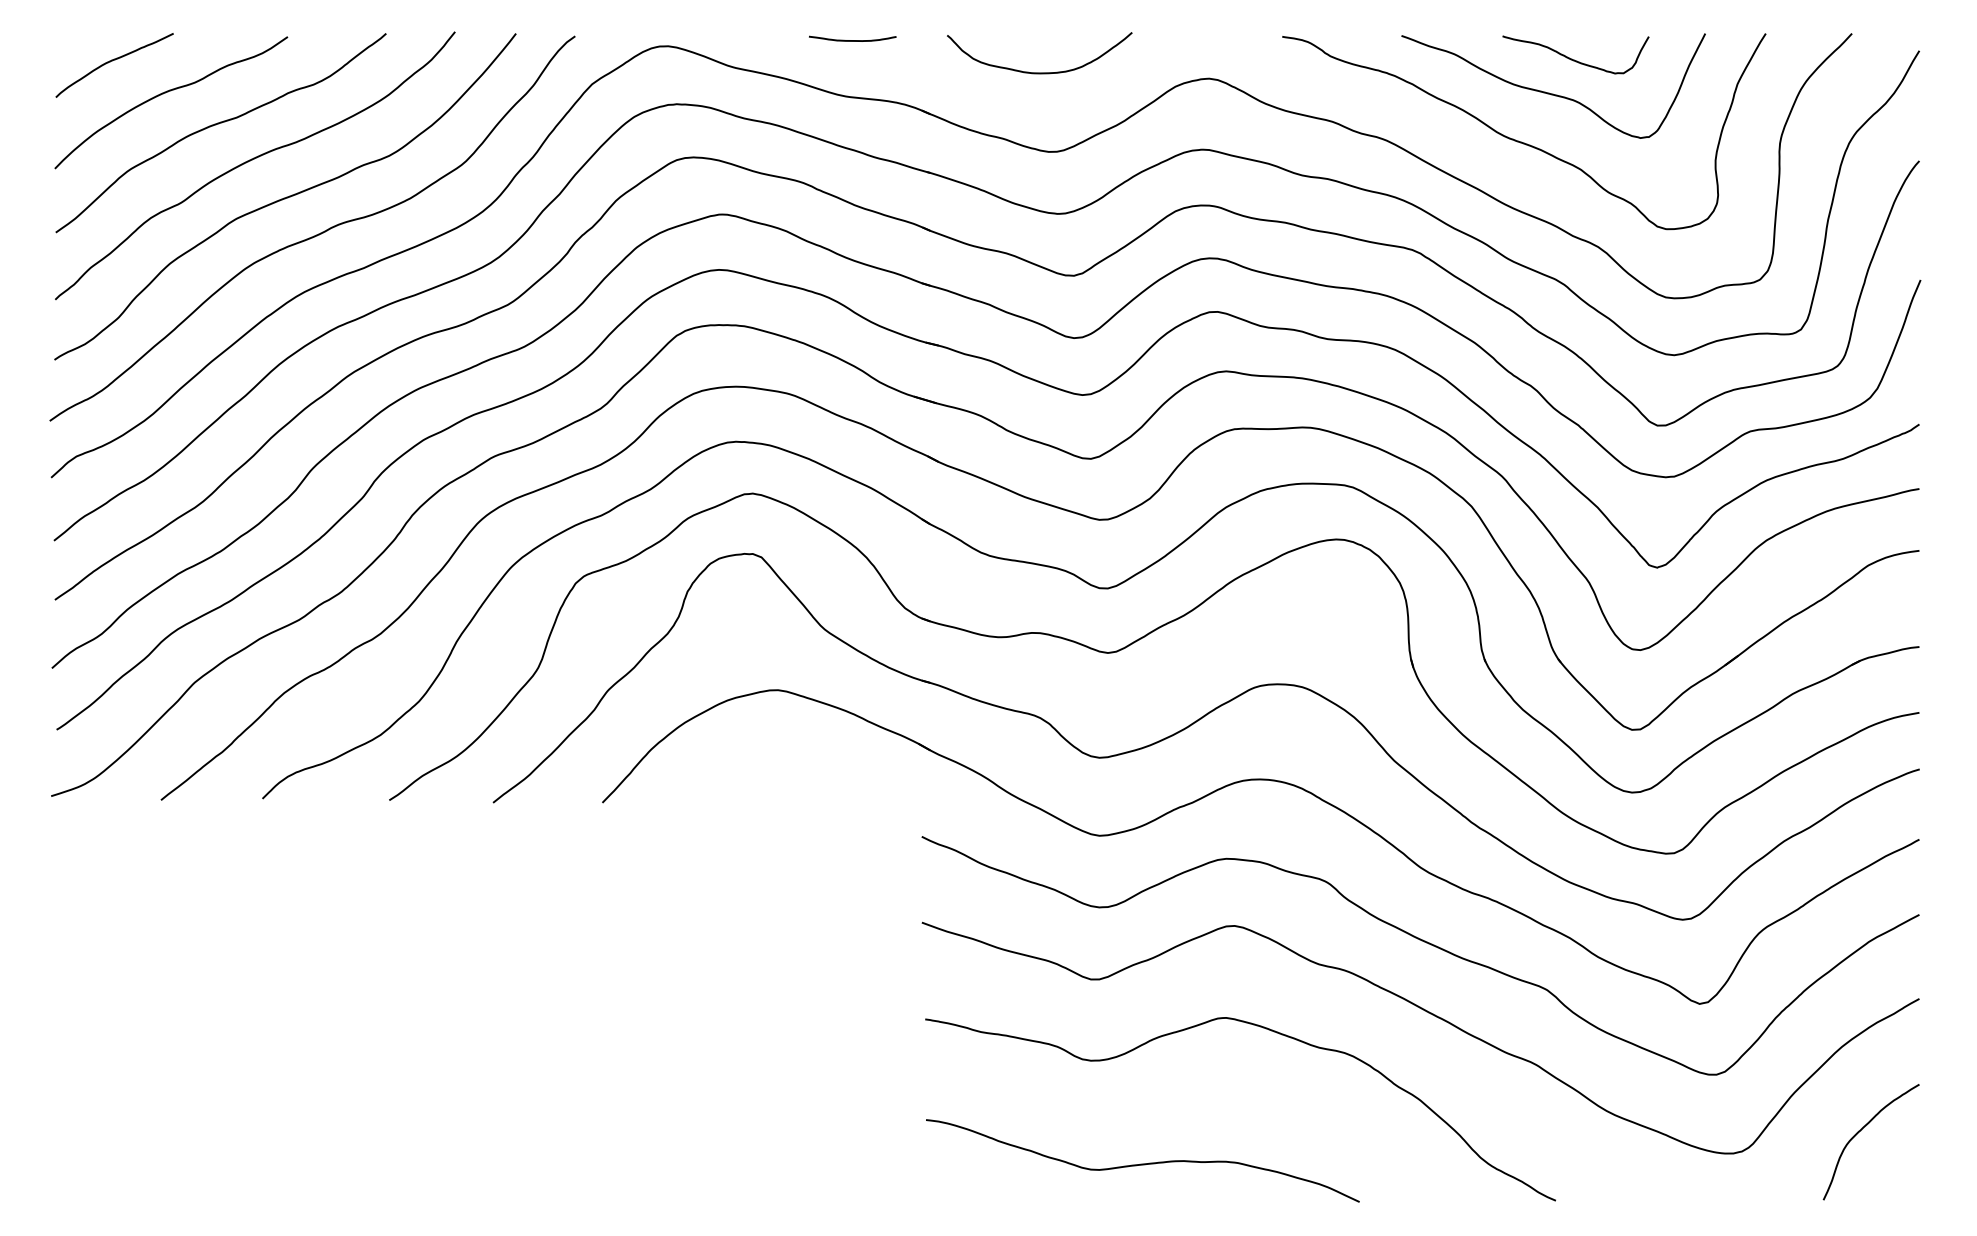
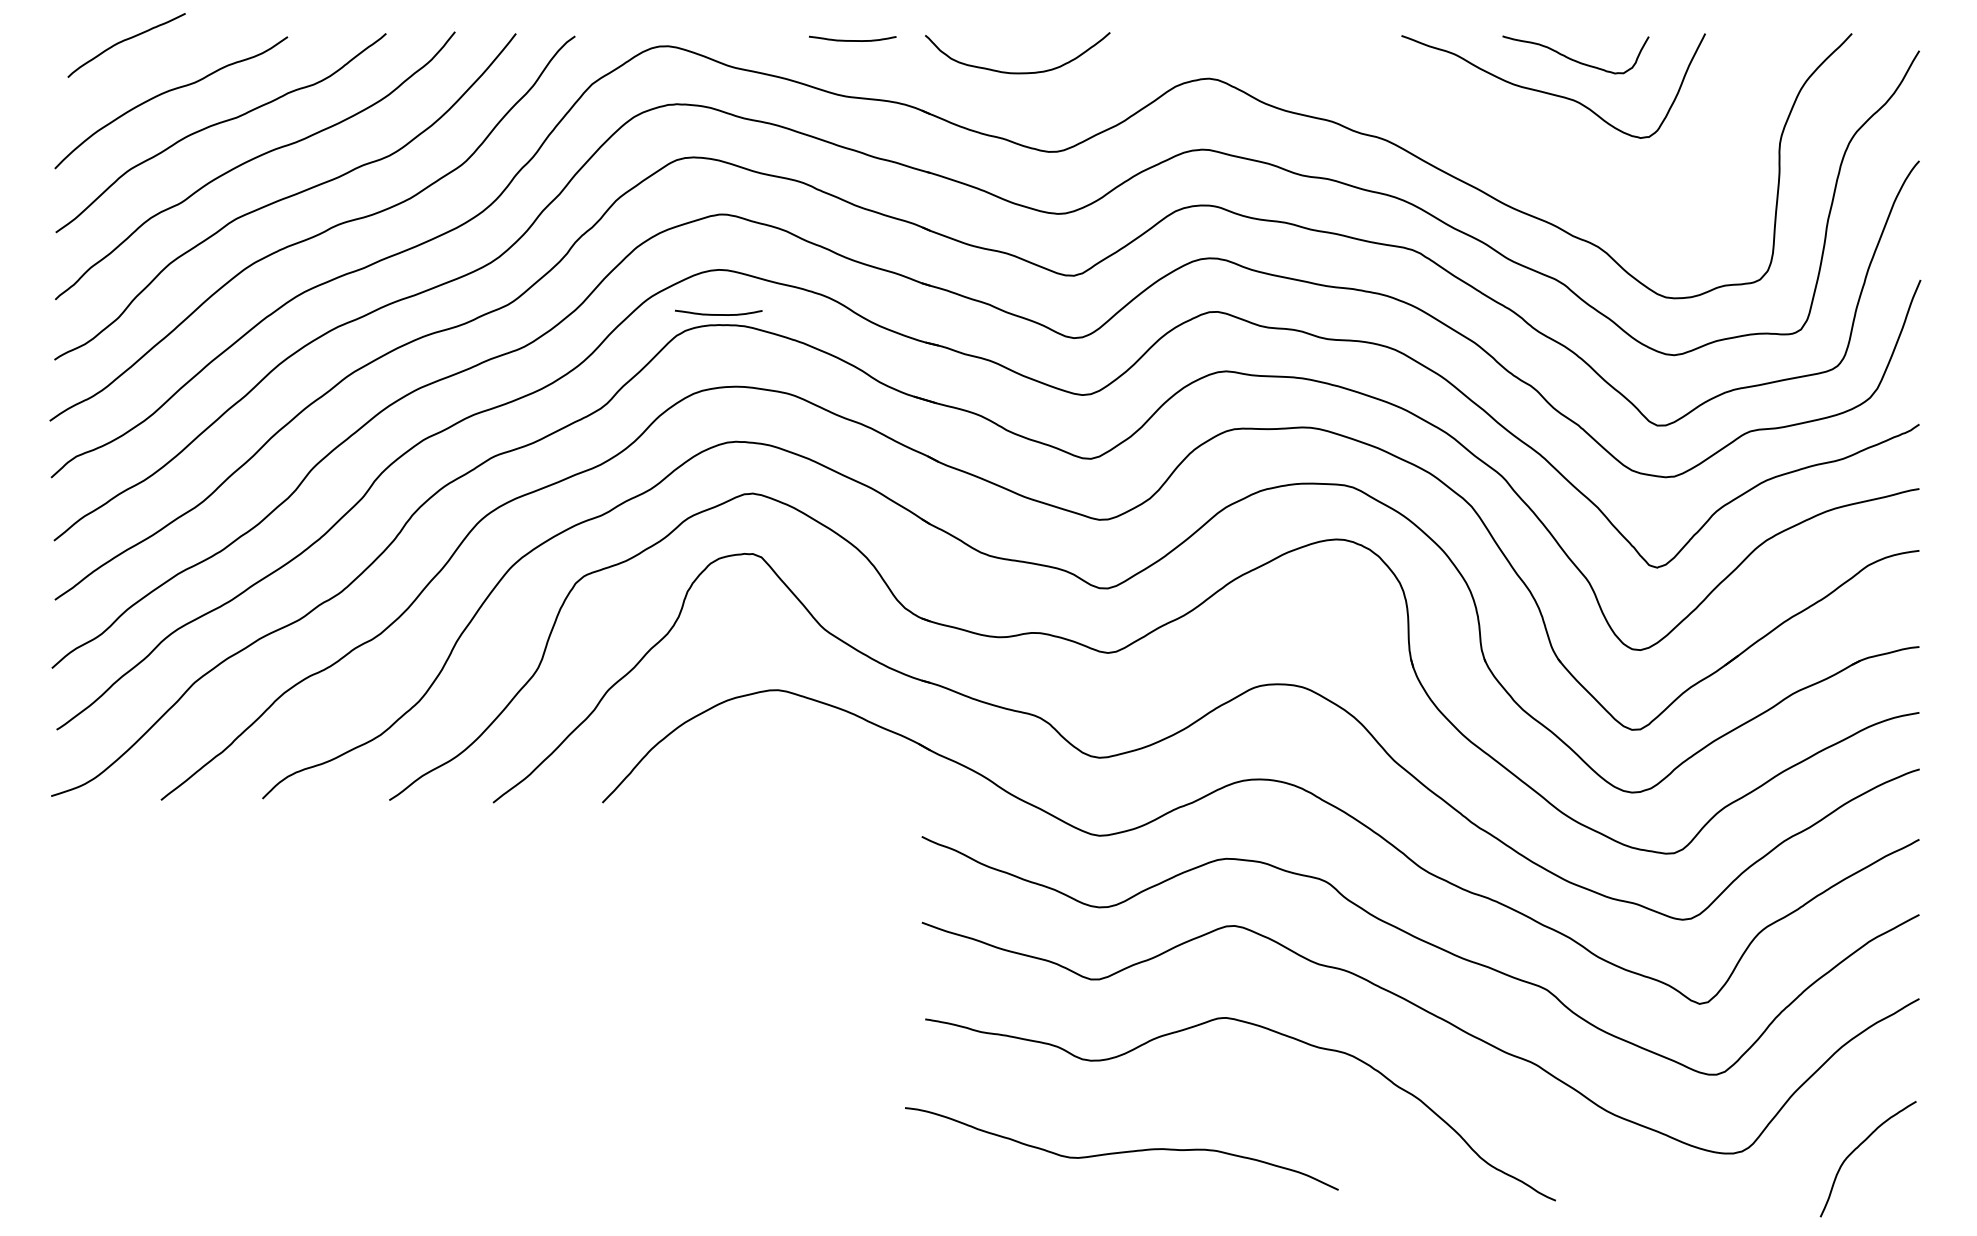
curve at (112, 61) position: (112, 61) -> (124, 41)
curve at (1039, 72) position: (1039, 72) -> (1017, 72)
curve at (1521, 141): present -> none
curve at (718, 314): none -> present
curve at (1860, 1131) position: (1860, 1131) -> (1857, 1148)
curve at (1142, 1163) position: (1142, 1163) -> (1121, 1151)
